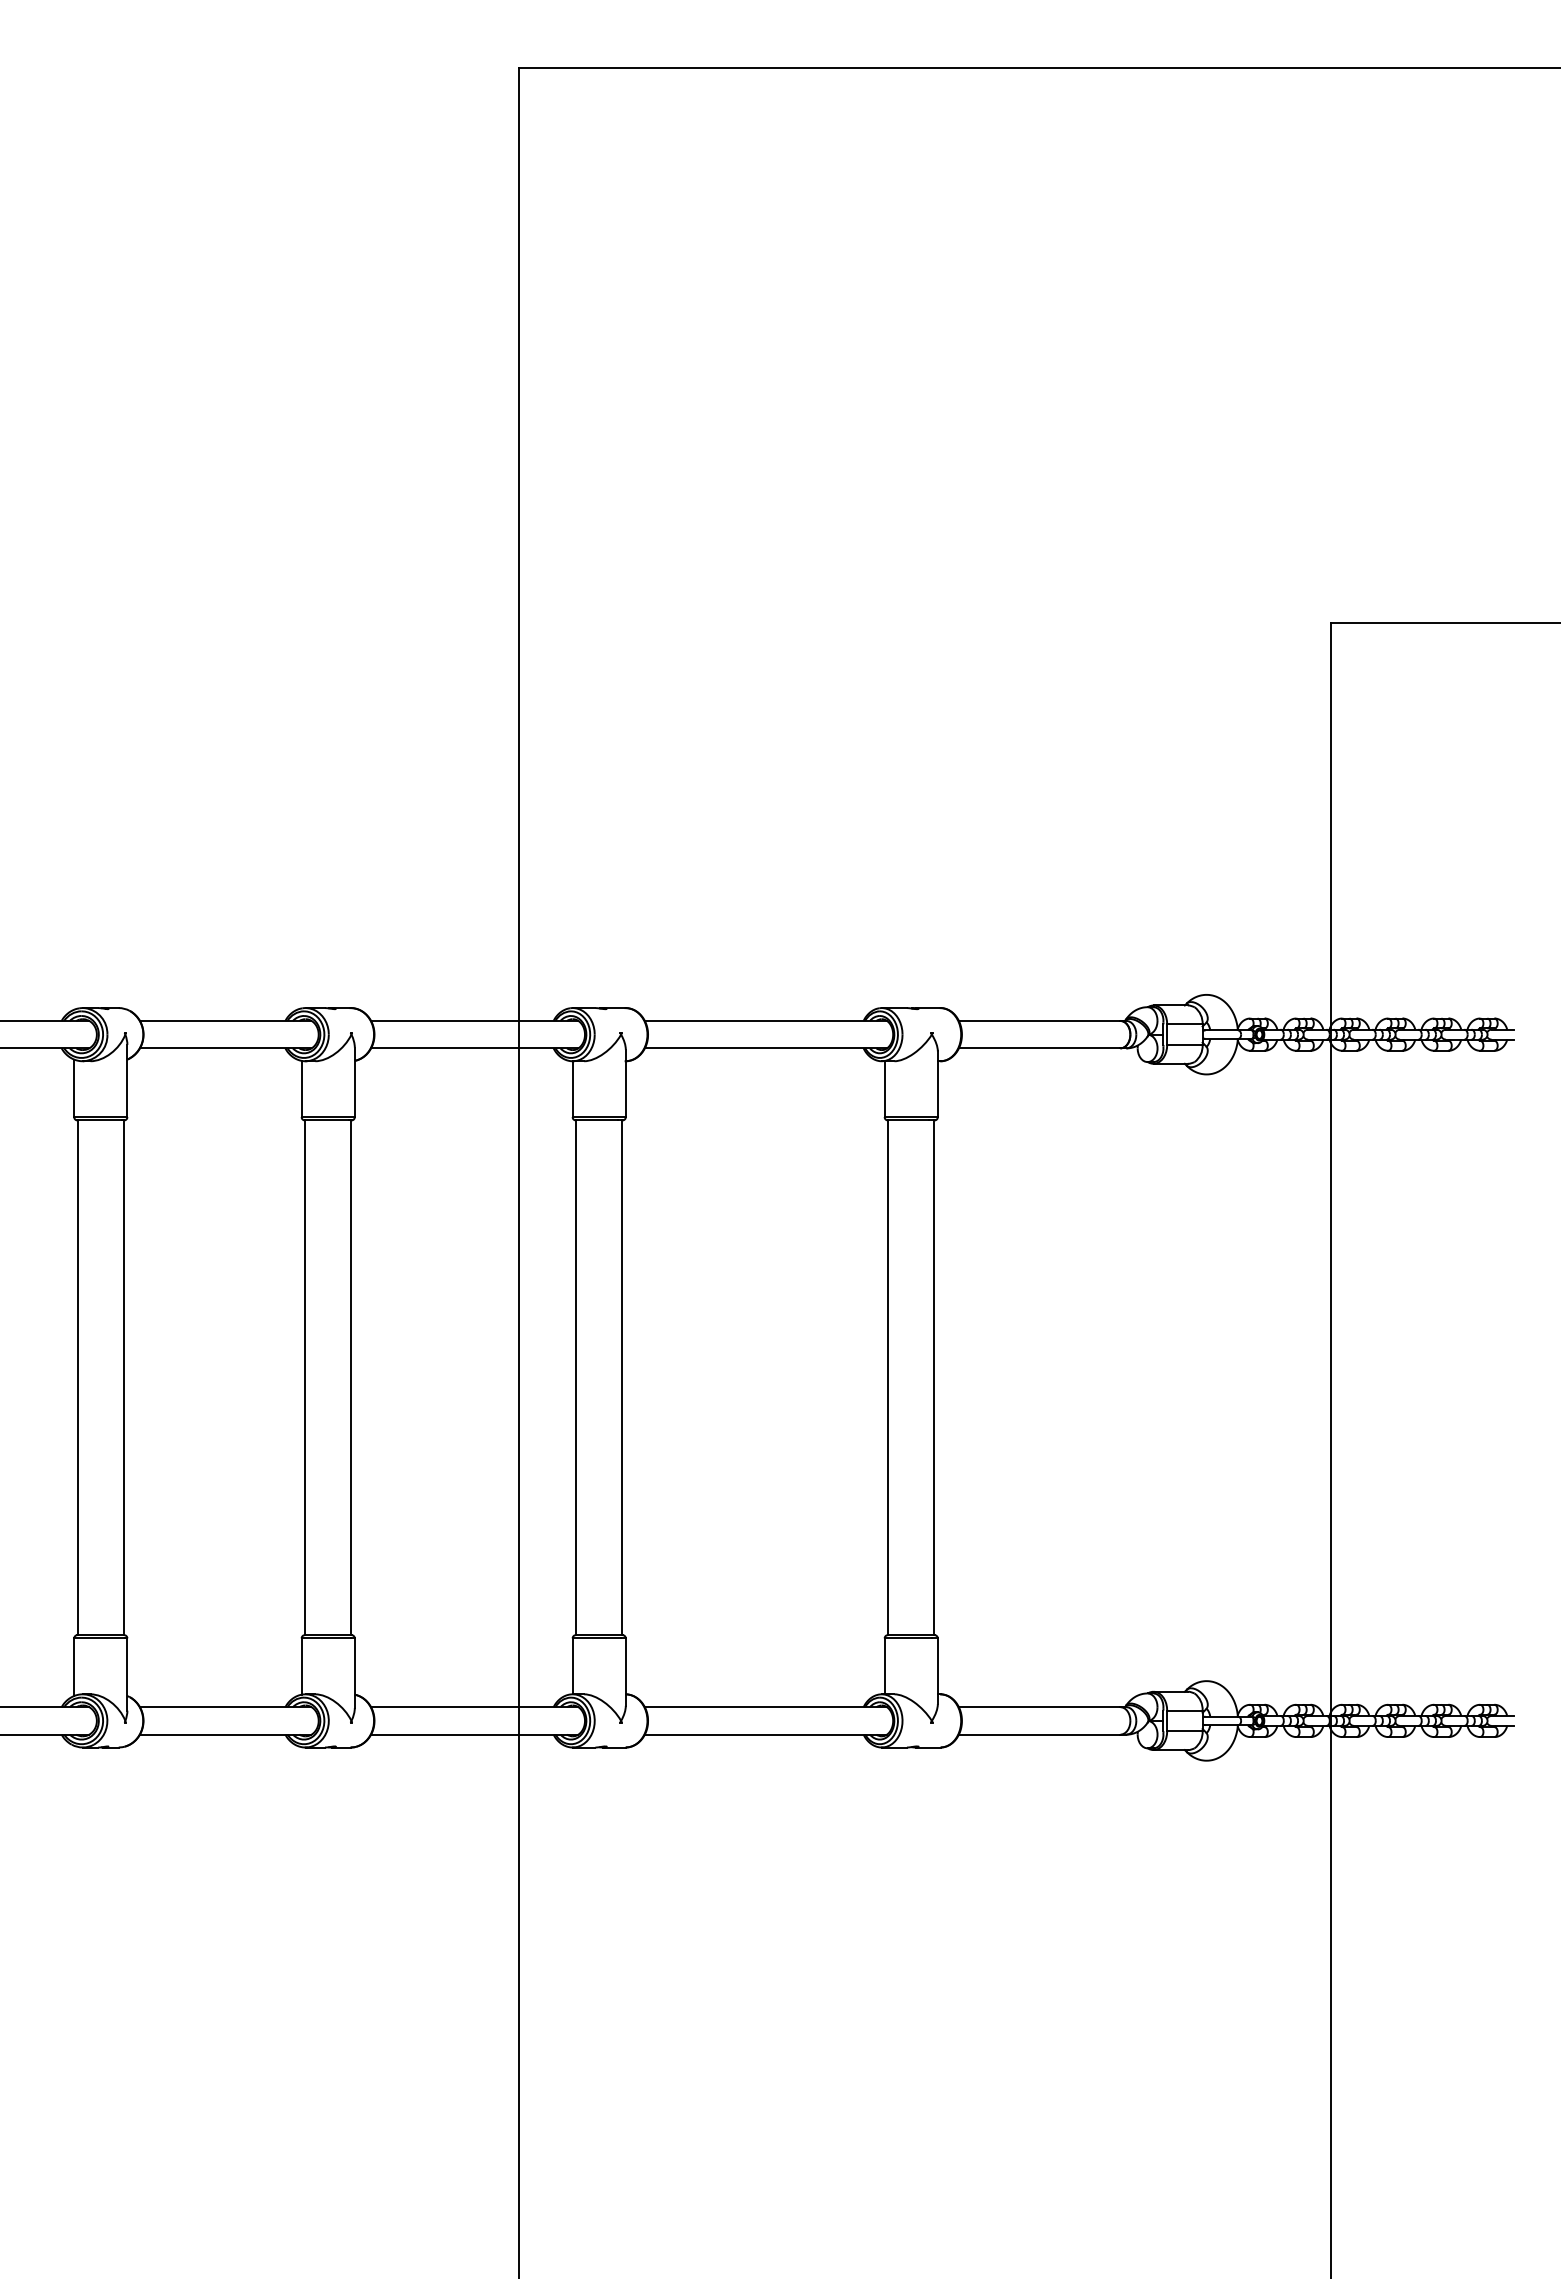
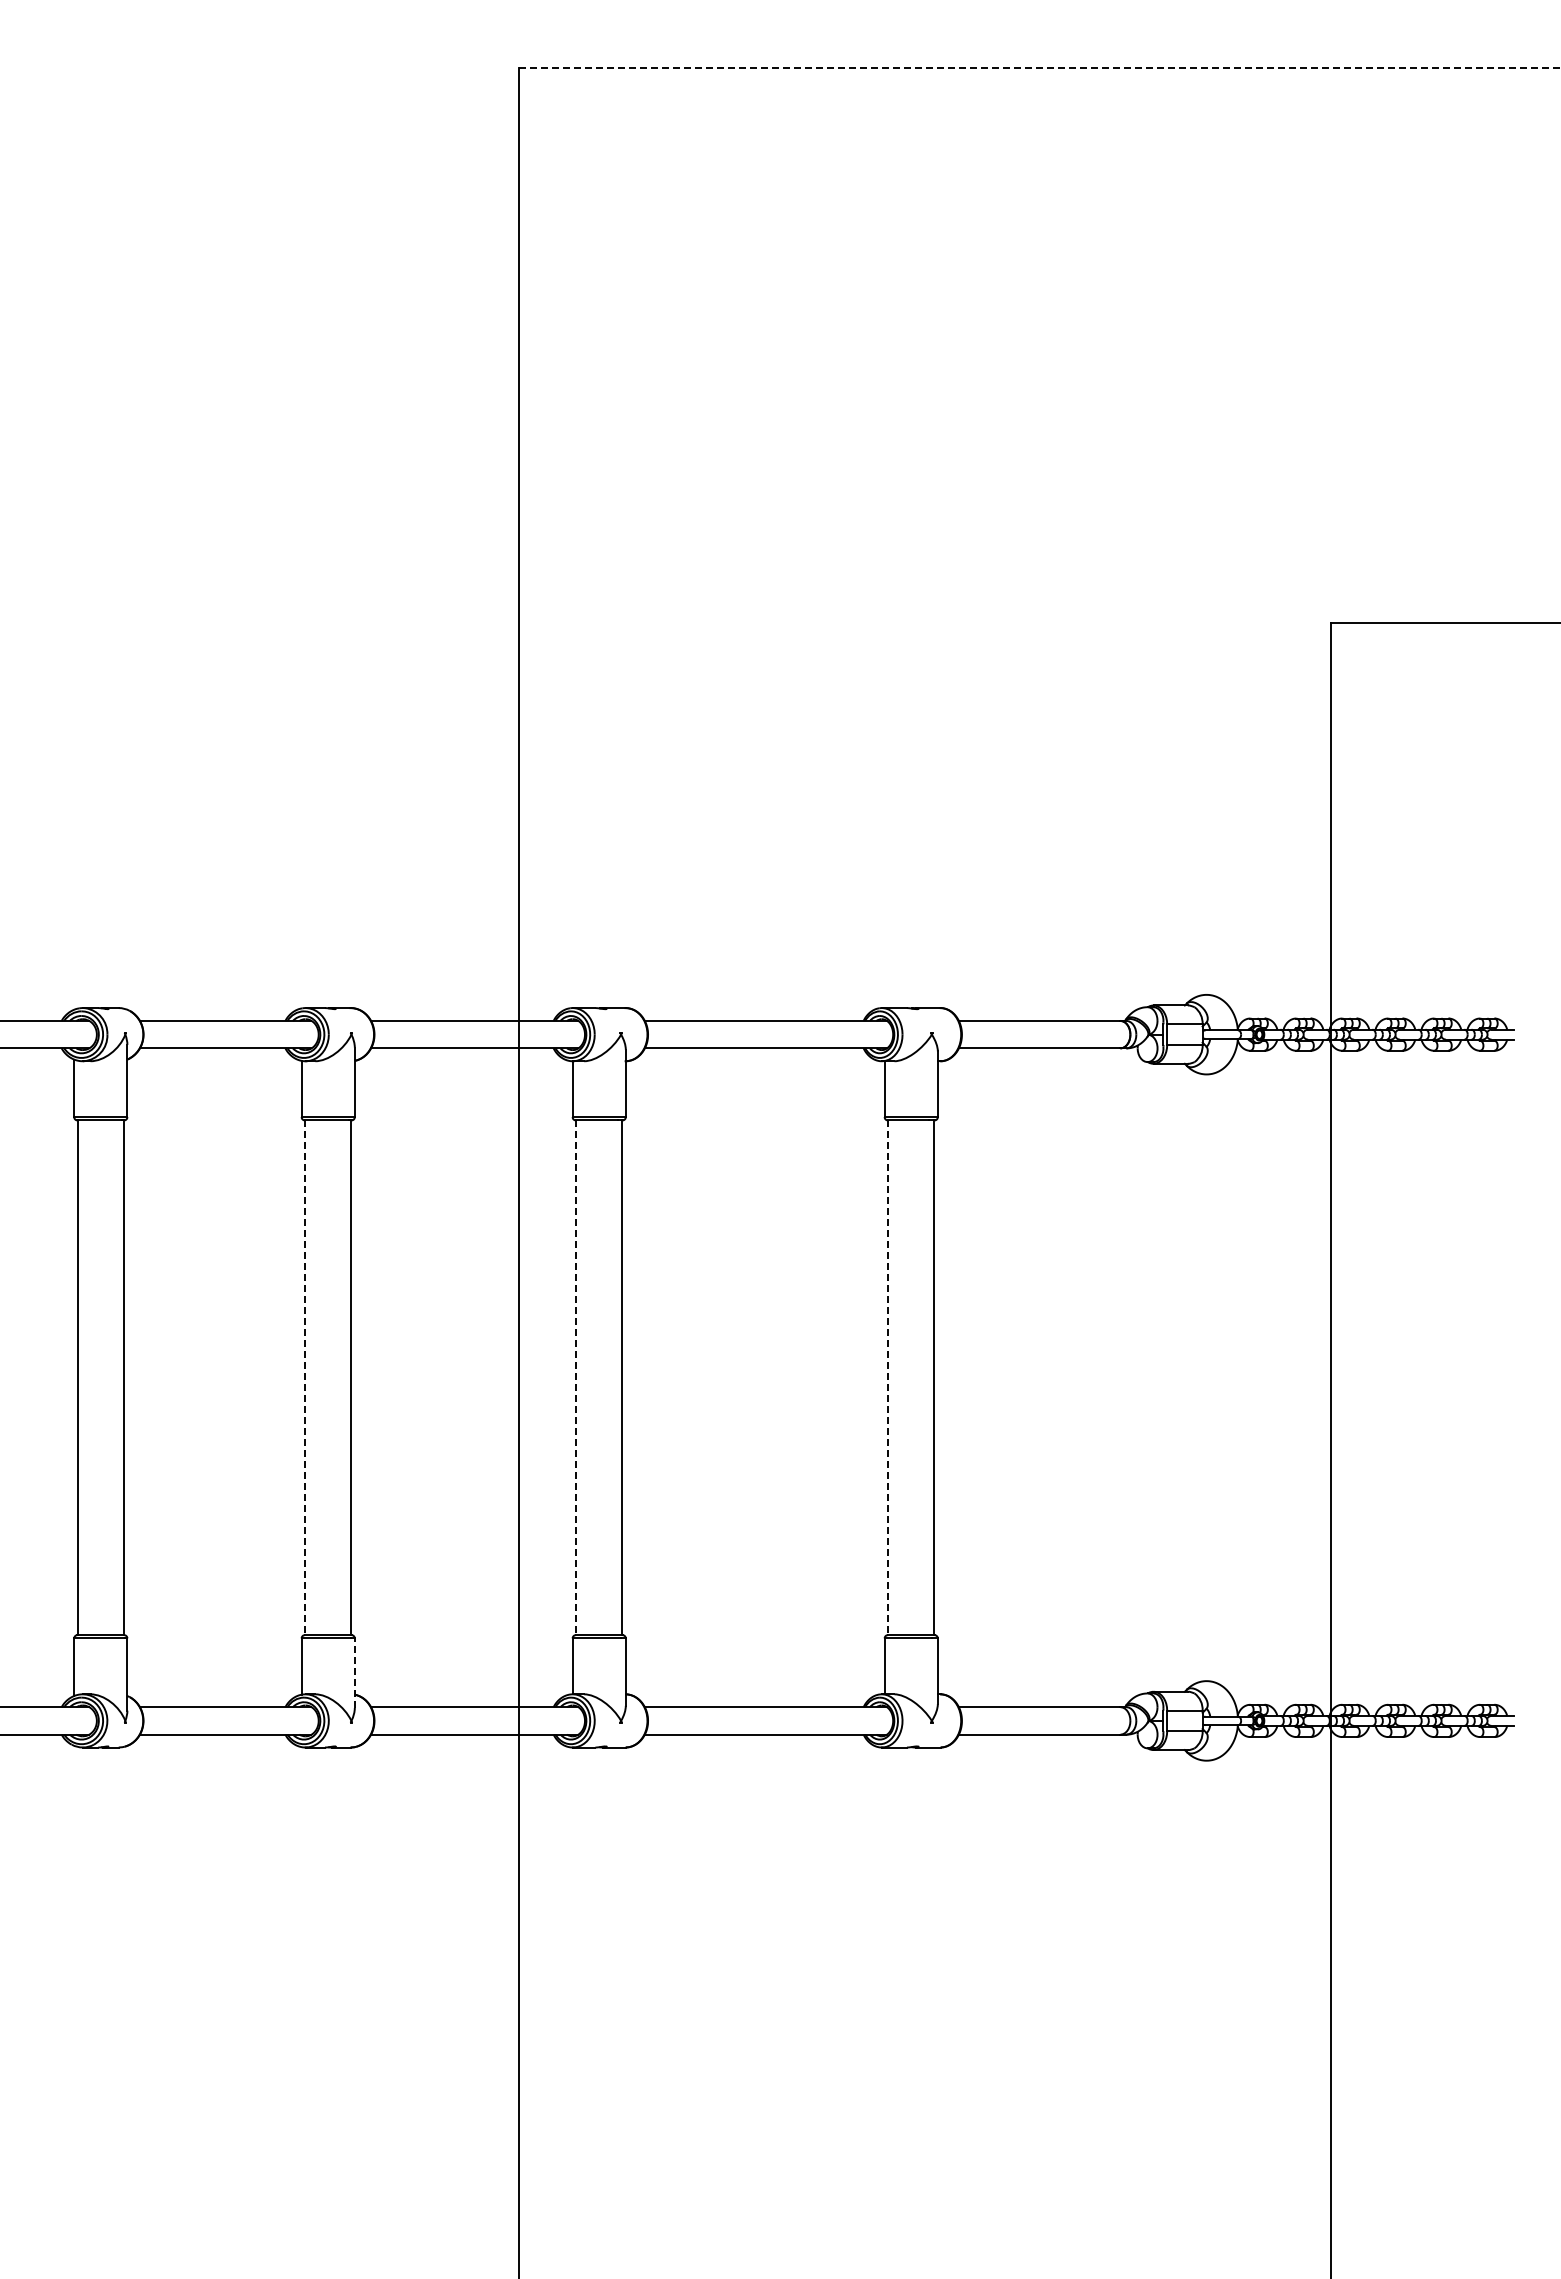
line at (1039, 68): solid -> dashed
line at (305, 1378): solid -> dashed
line at (576, 1378): solid -> dashed
line at (888, 1378): solid -> dashed
line at (354, 1673): solid -> dashed
